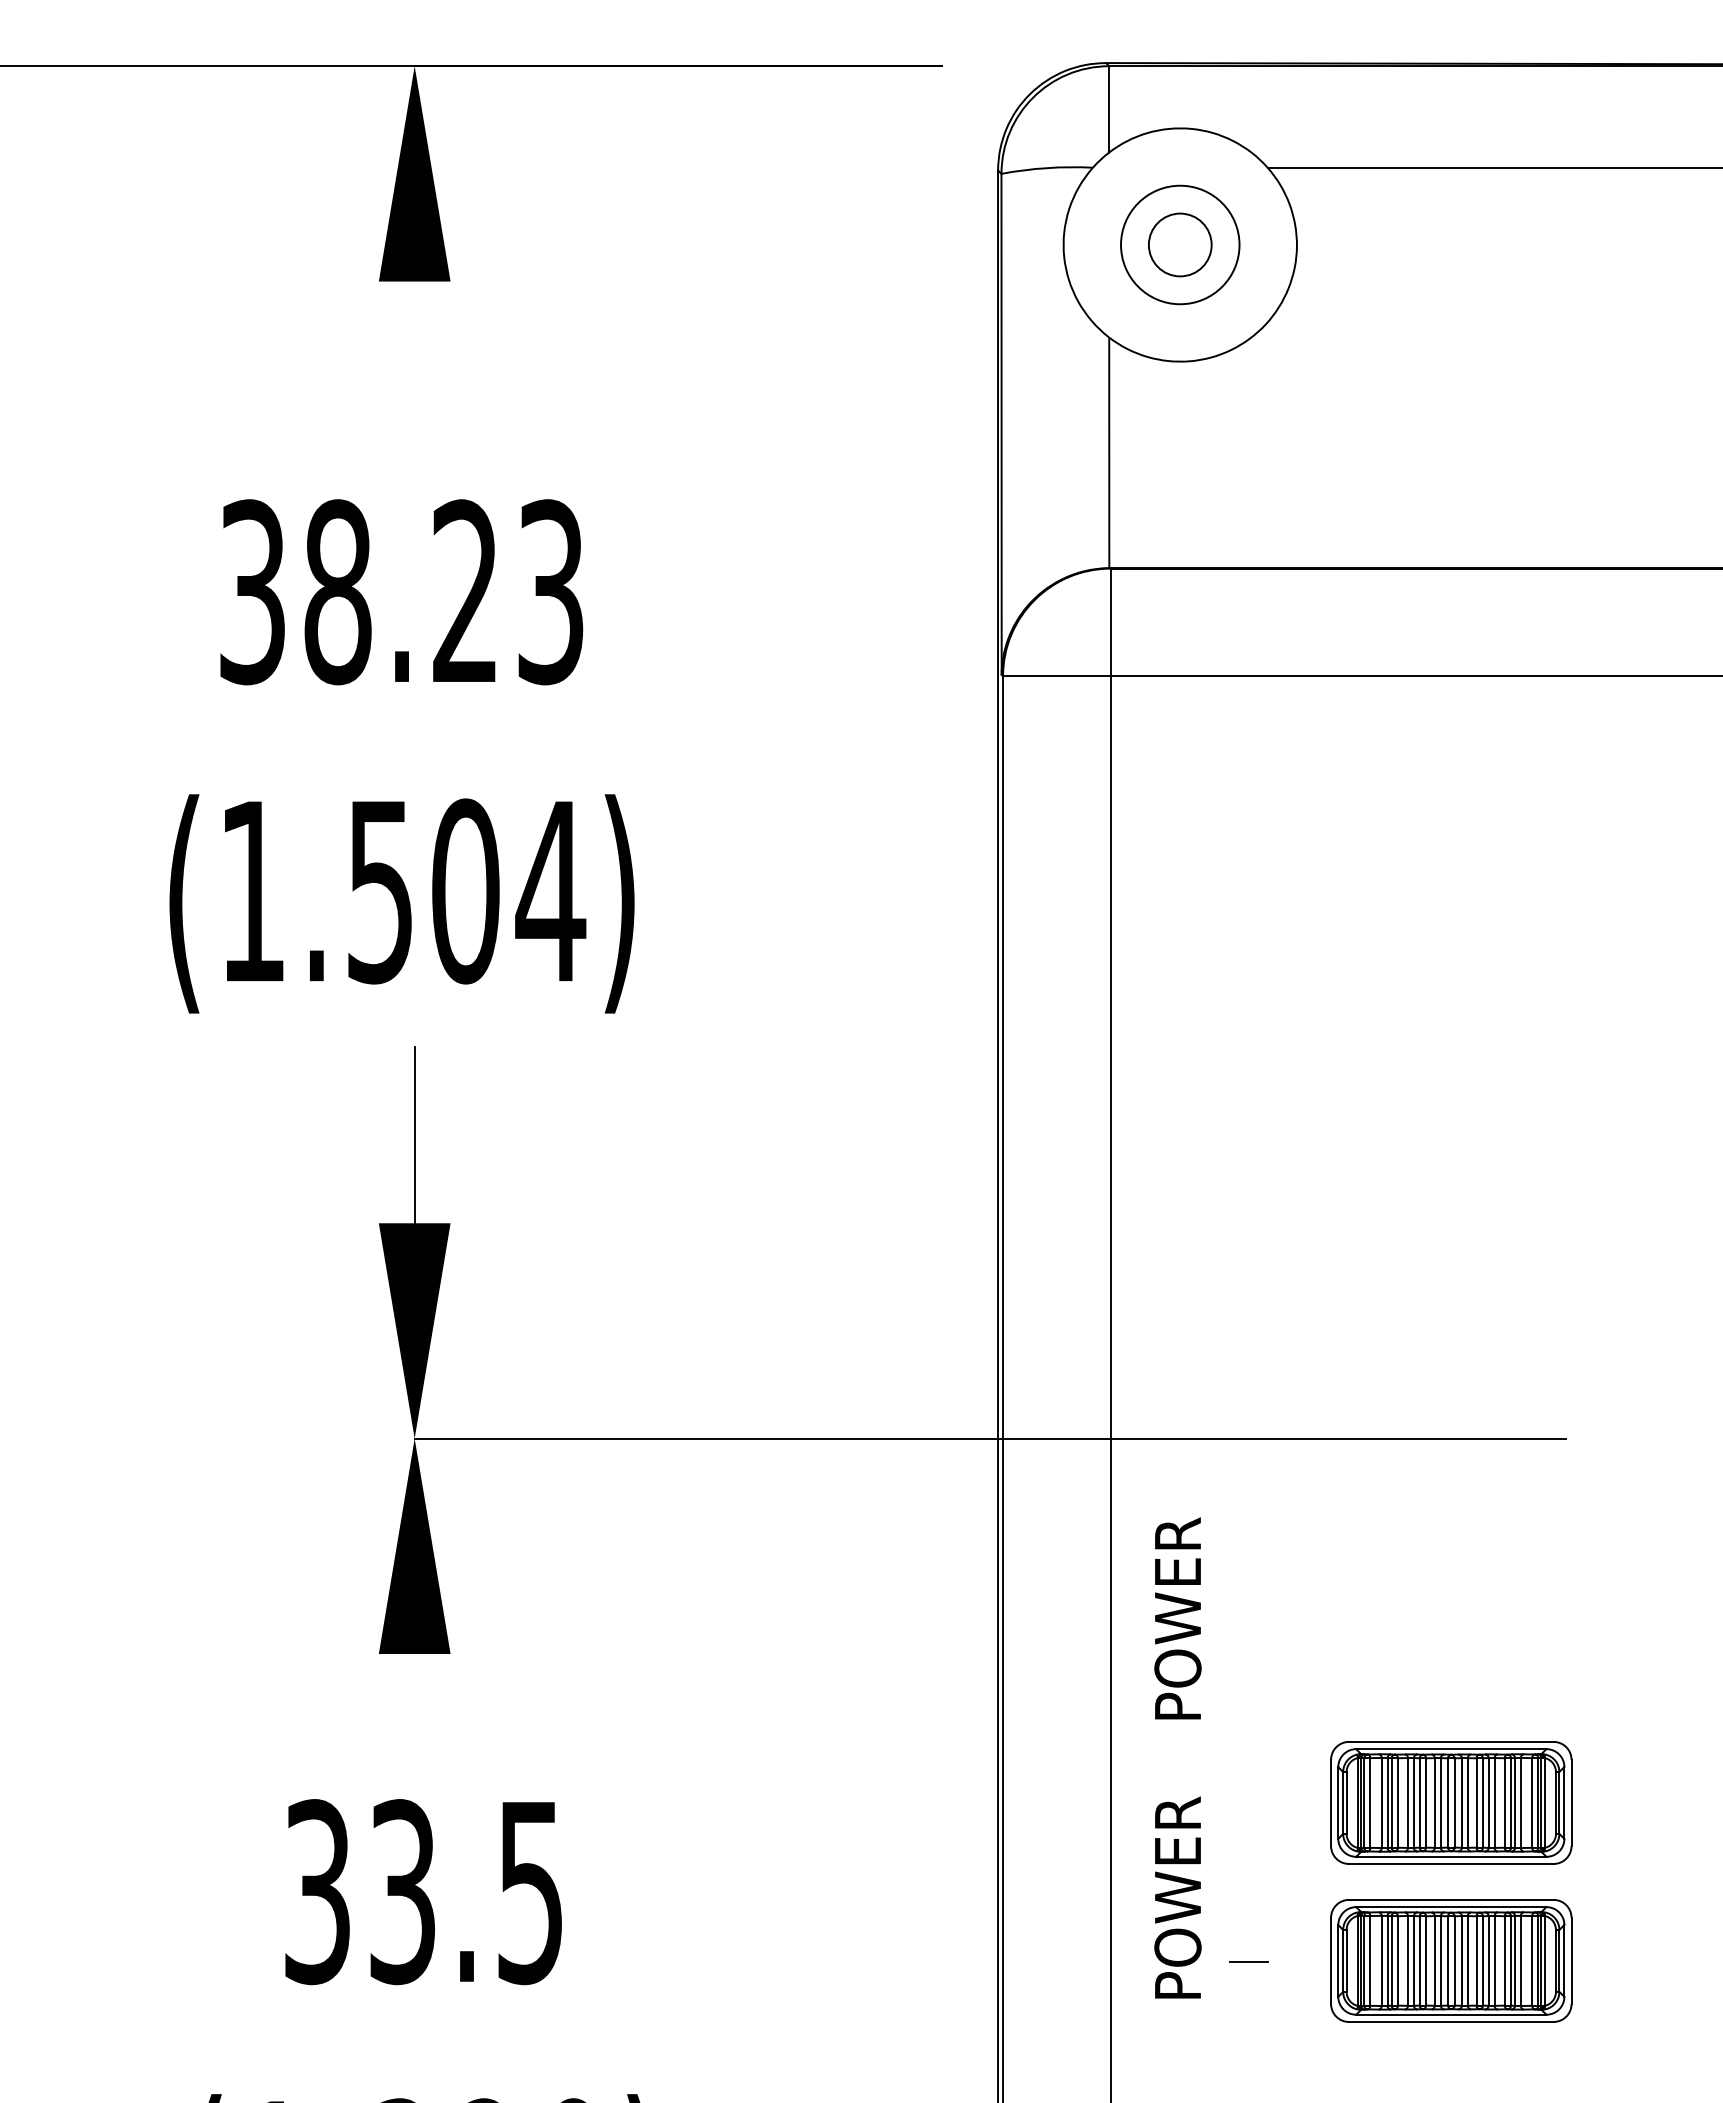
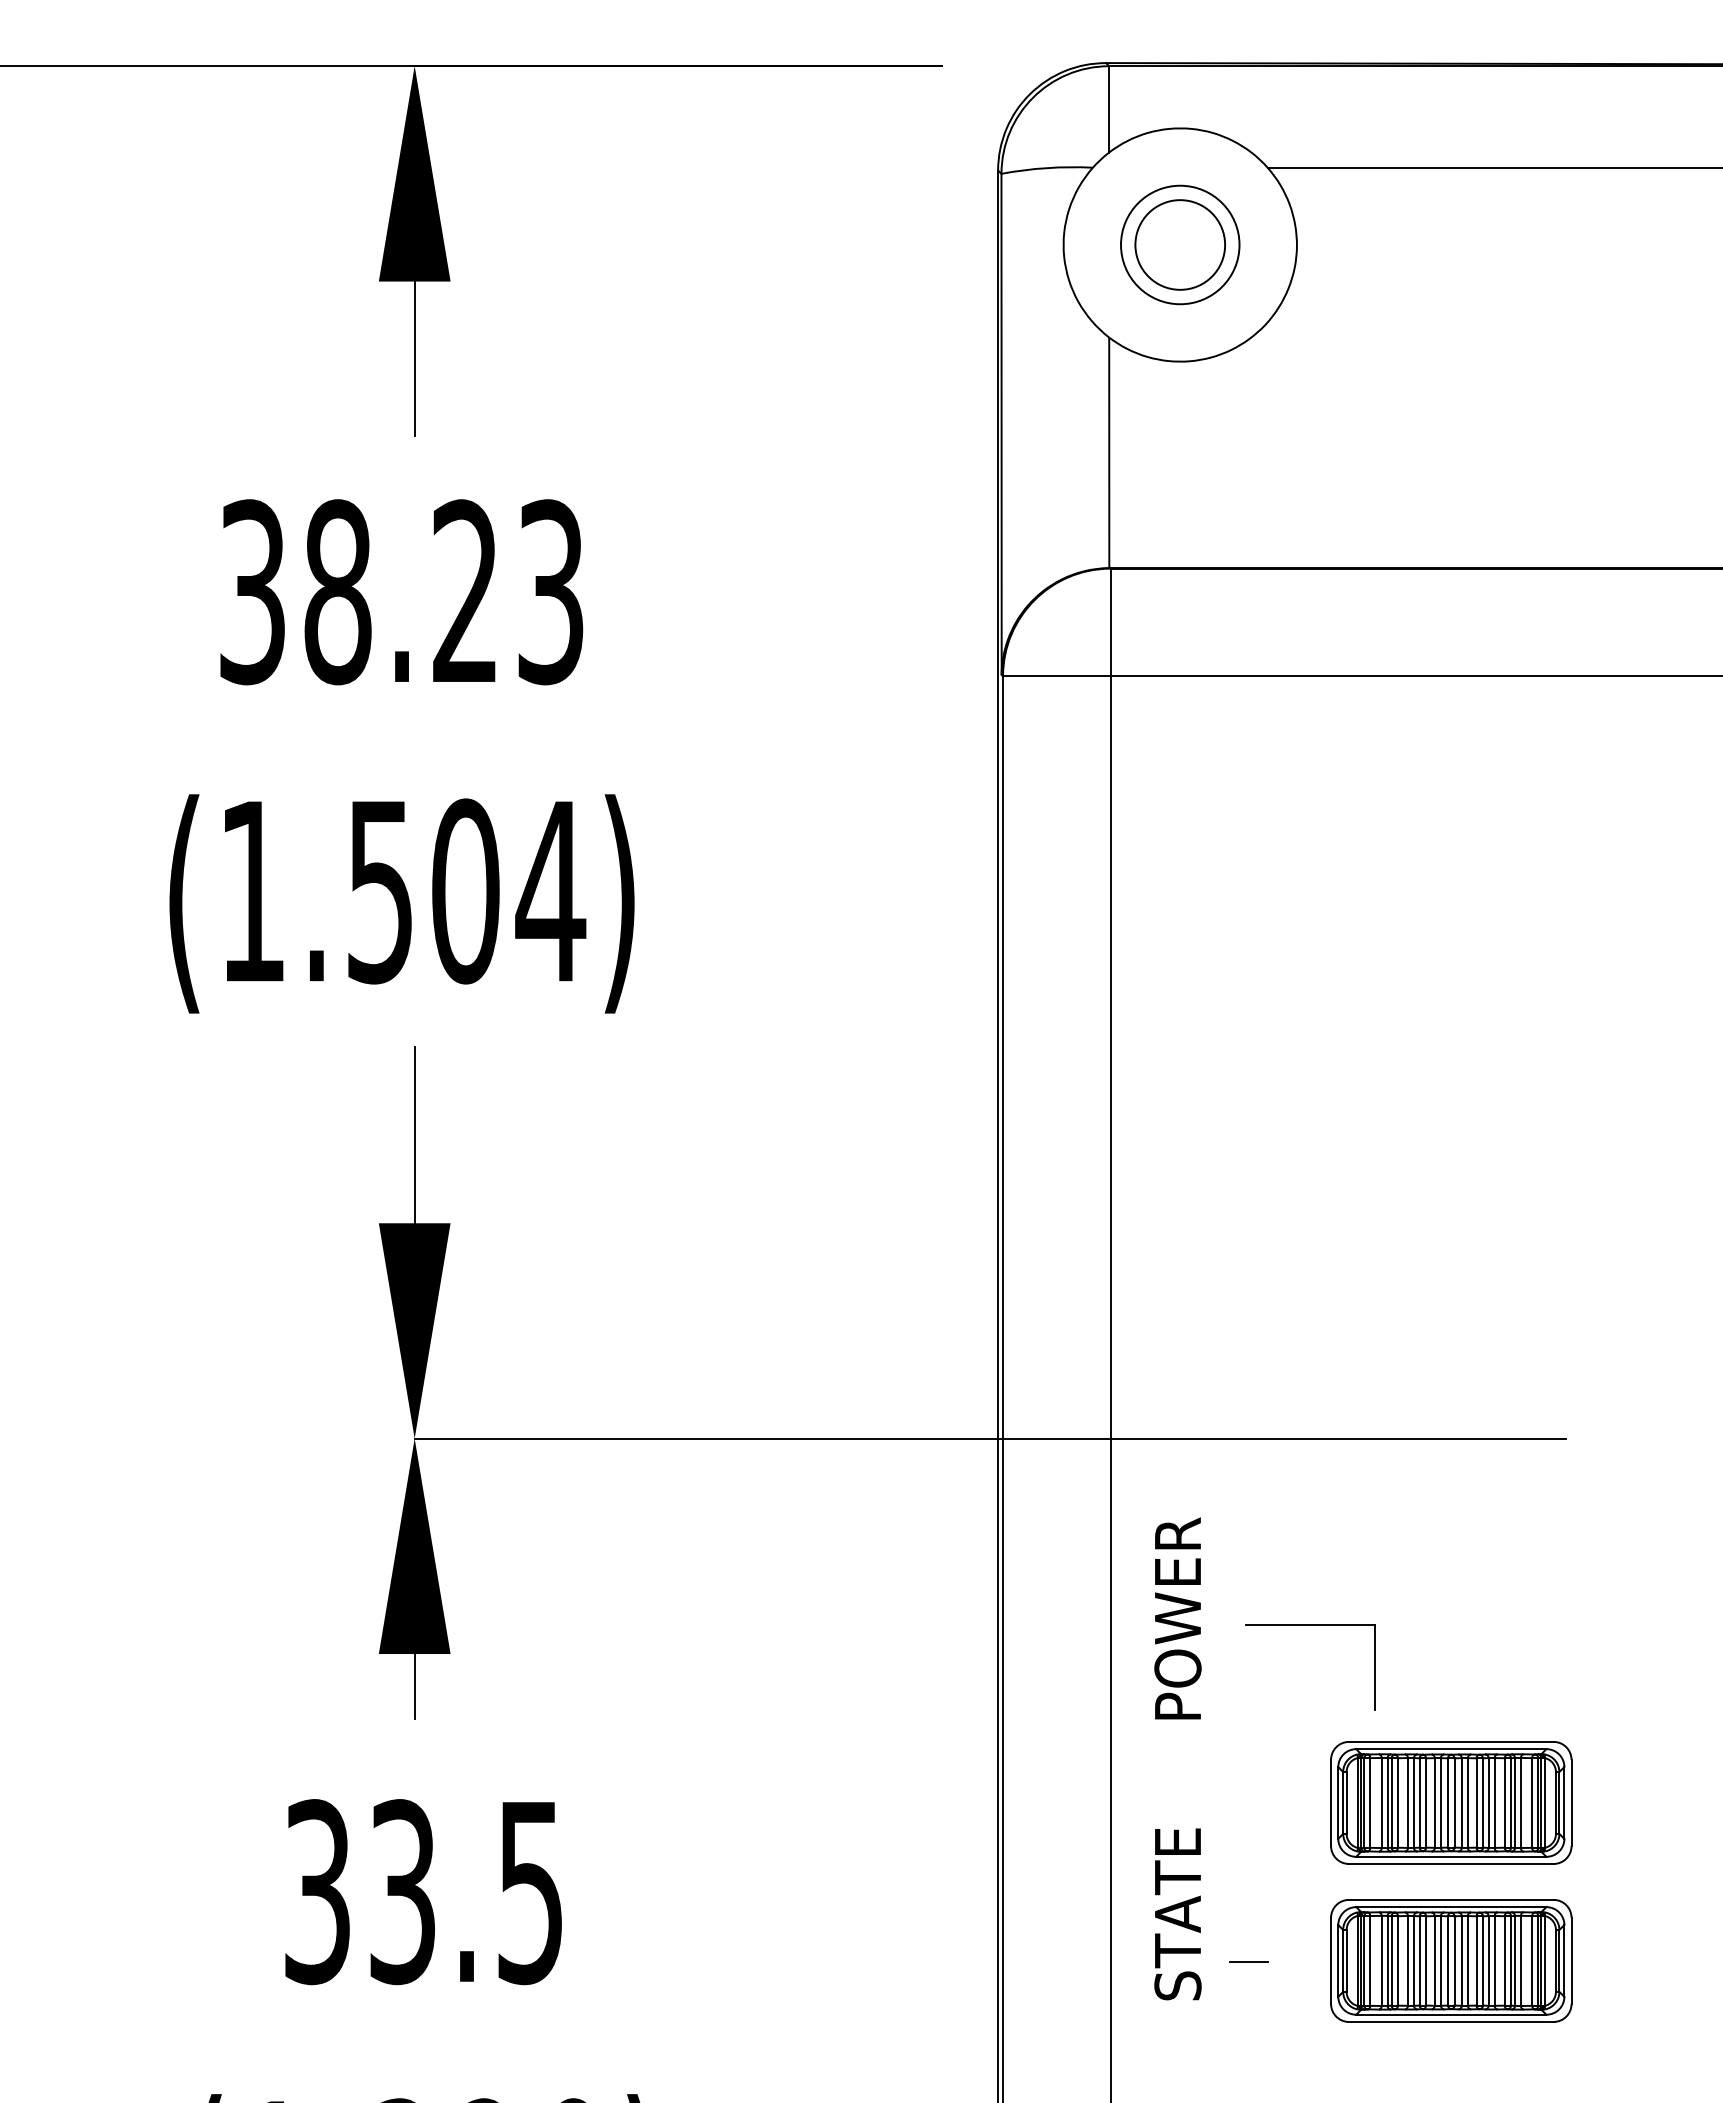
circle at (1179, 244) diameter: 63 px -> 90 px
line at (414, 358): none -> present
part at (1310, 1625): none -> present
line at (414, 1686): none -> present
text at (1177, 1898): POWER -> STATE
